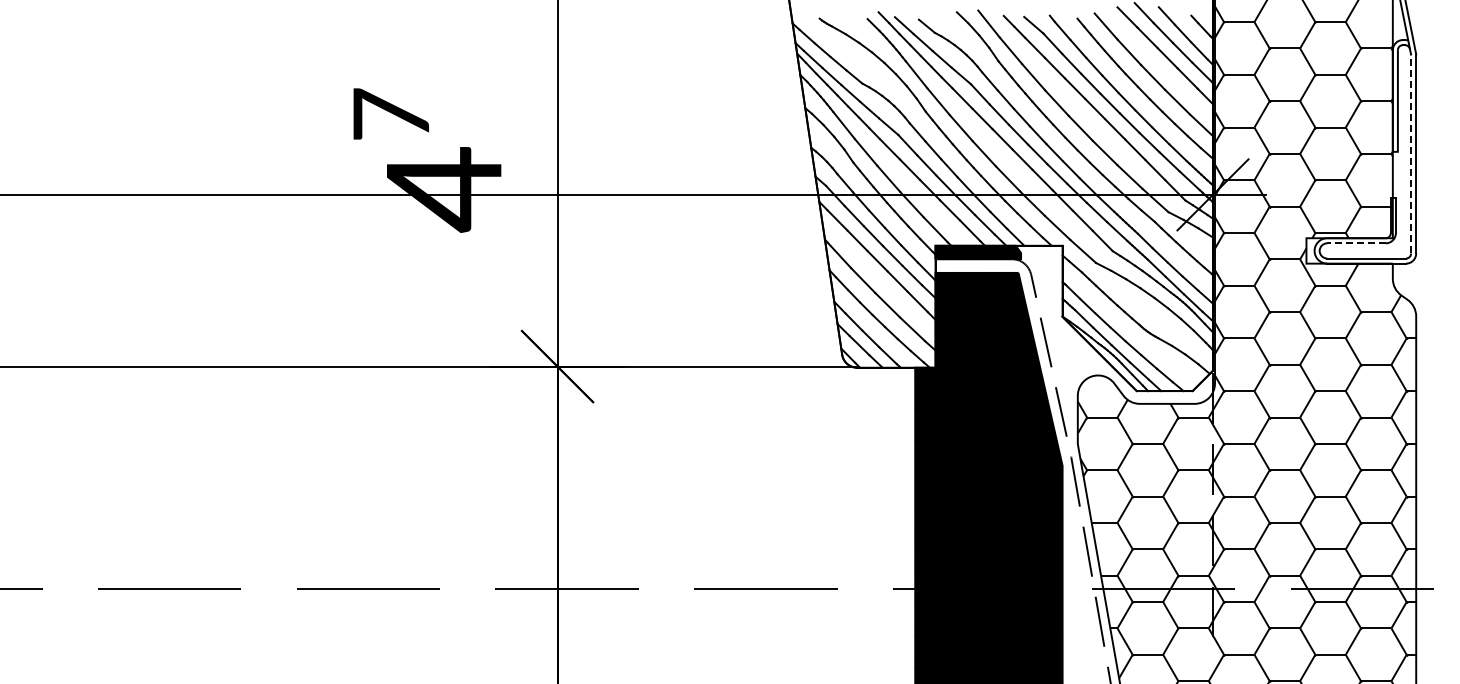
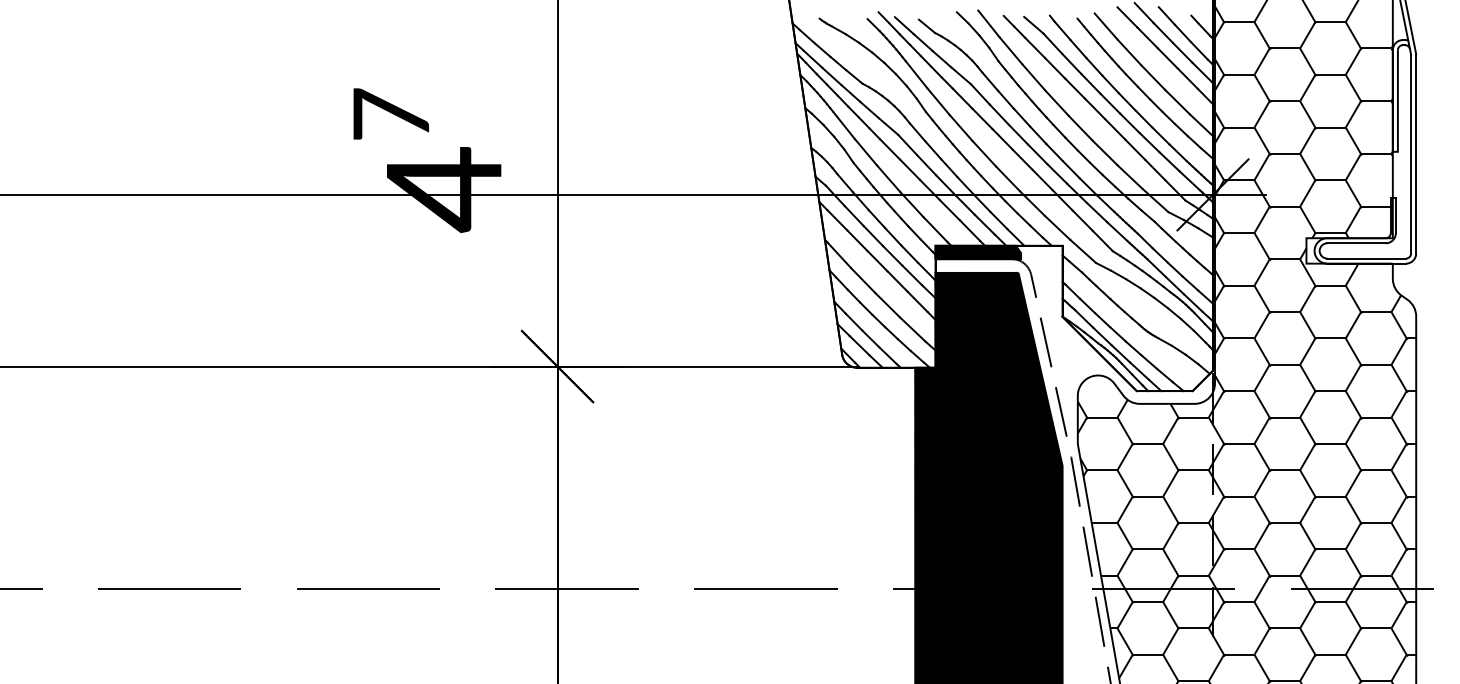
line at (1411, 153): dashed -> solid
line at (1356, 243): dashed -> solid
